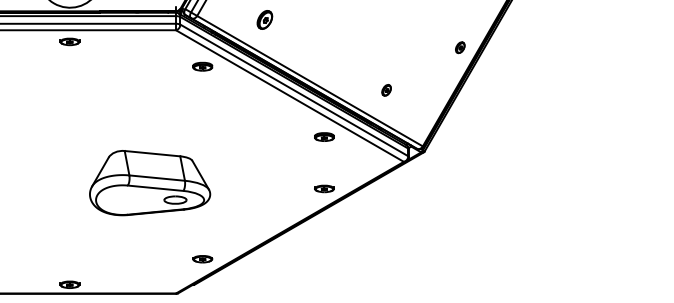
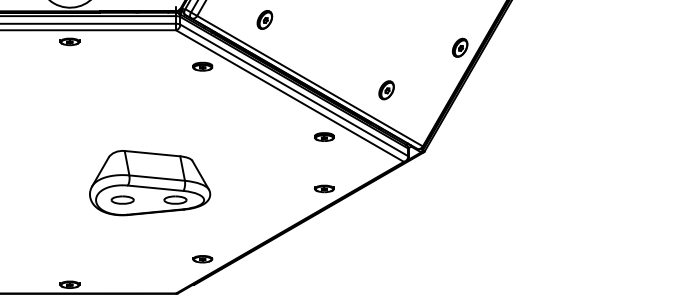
part at (460, 47) size: 11x14 px -> 17x21 px
part at (386, 90) size: 11x13 px -> 17x21 px
part at (122, 199): none -> present
